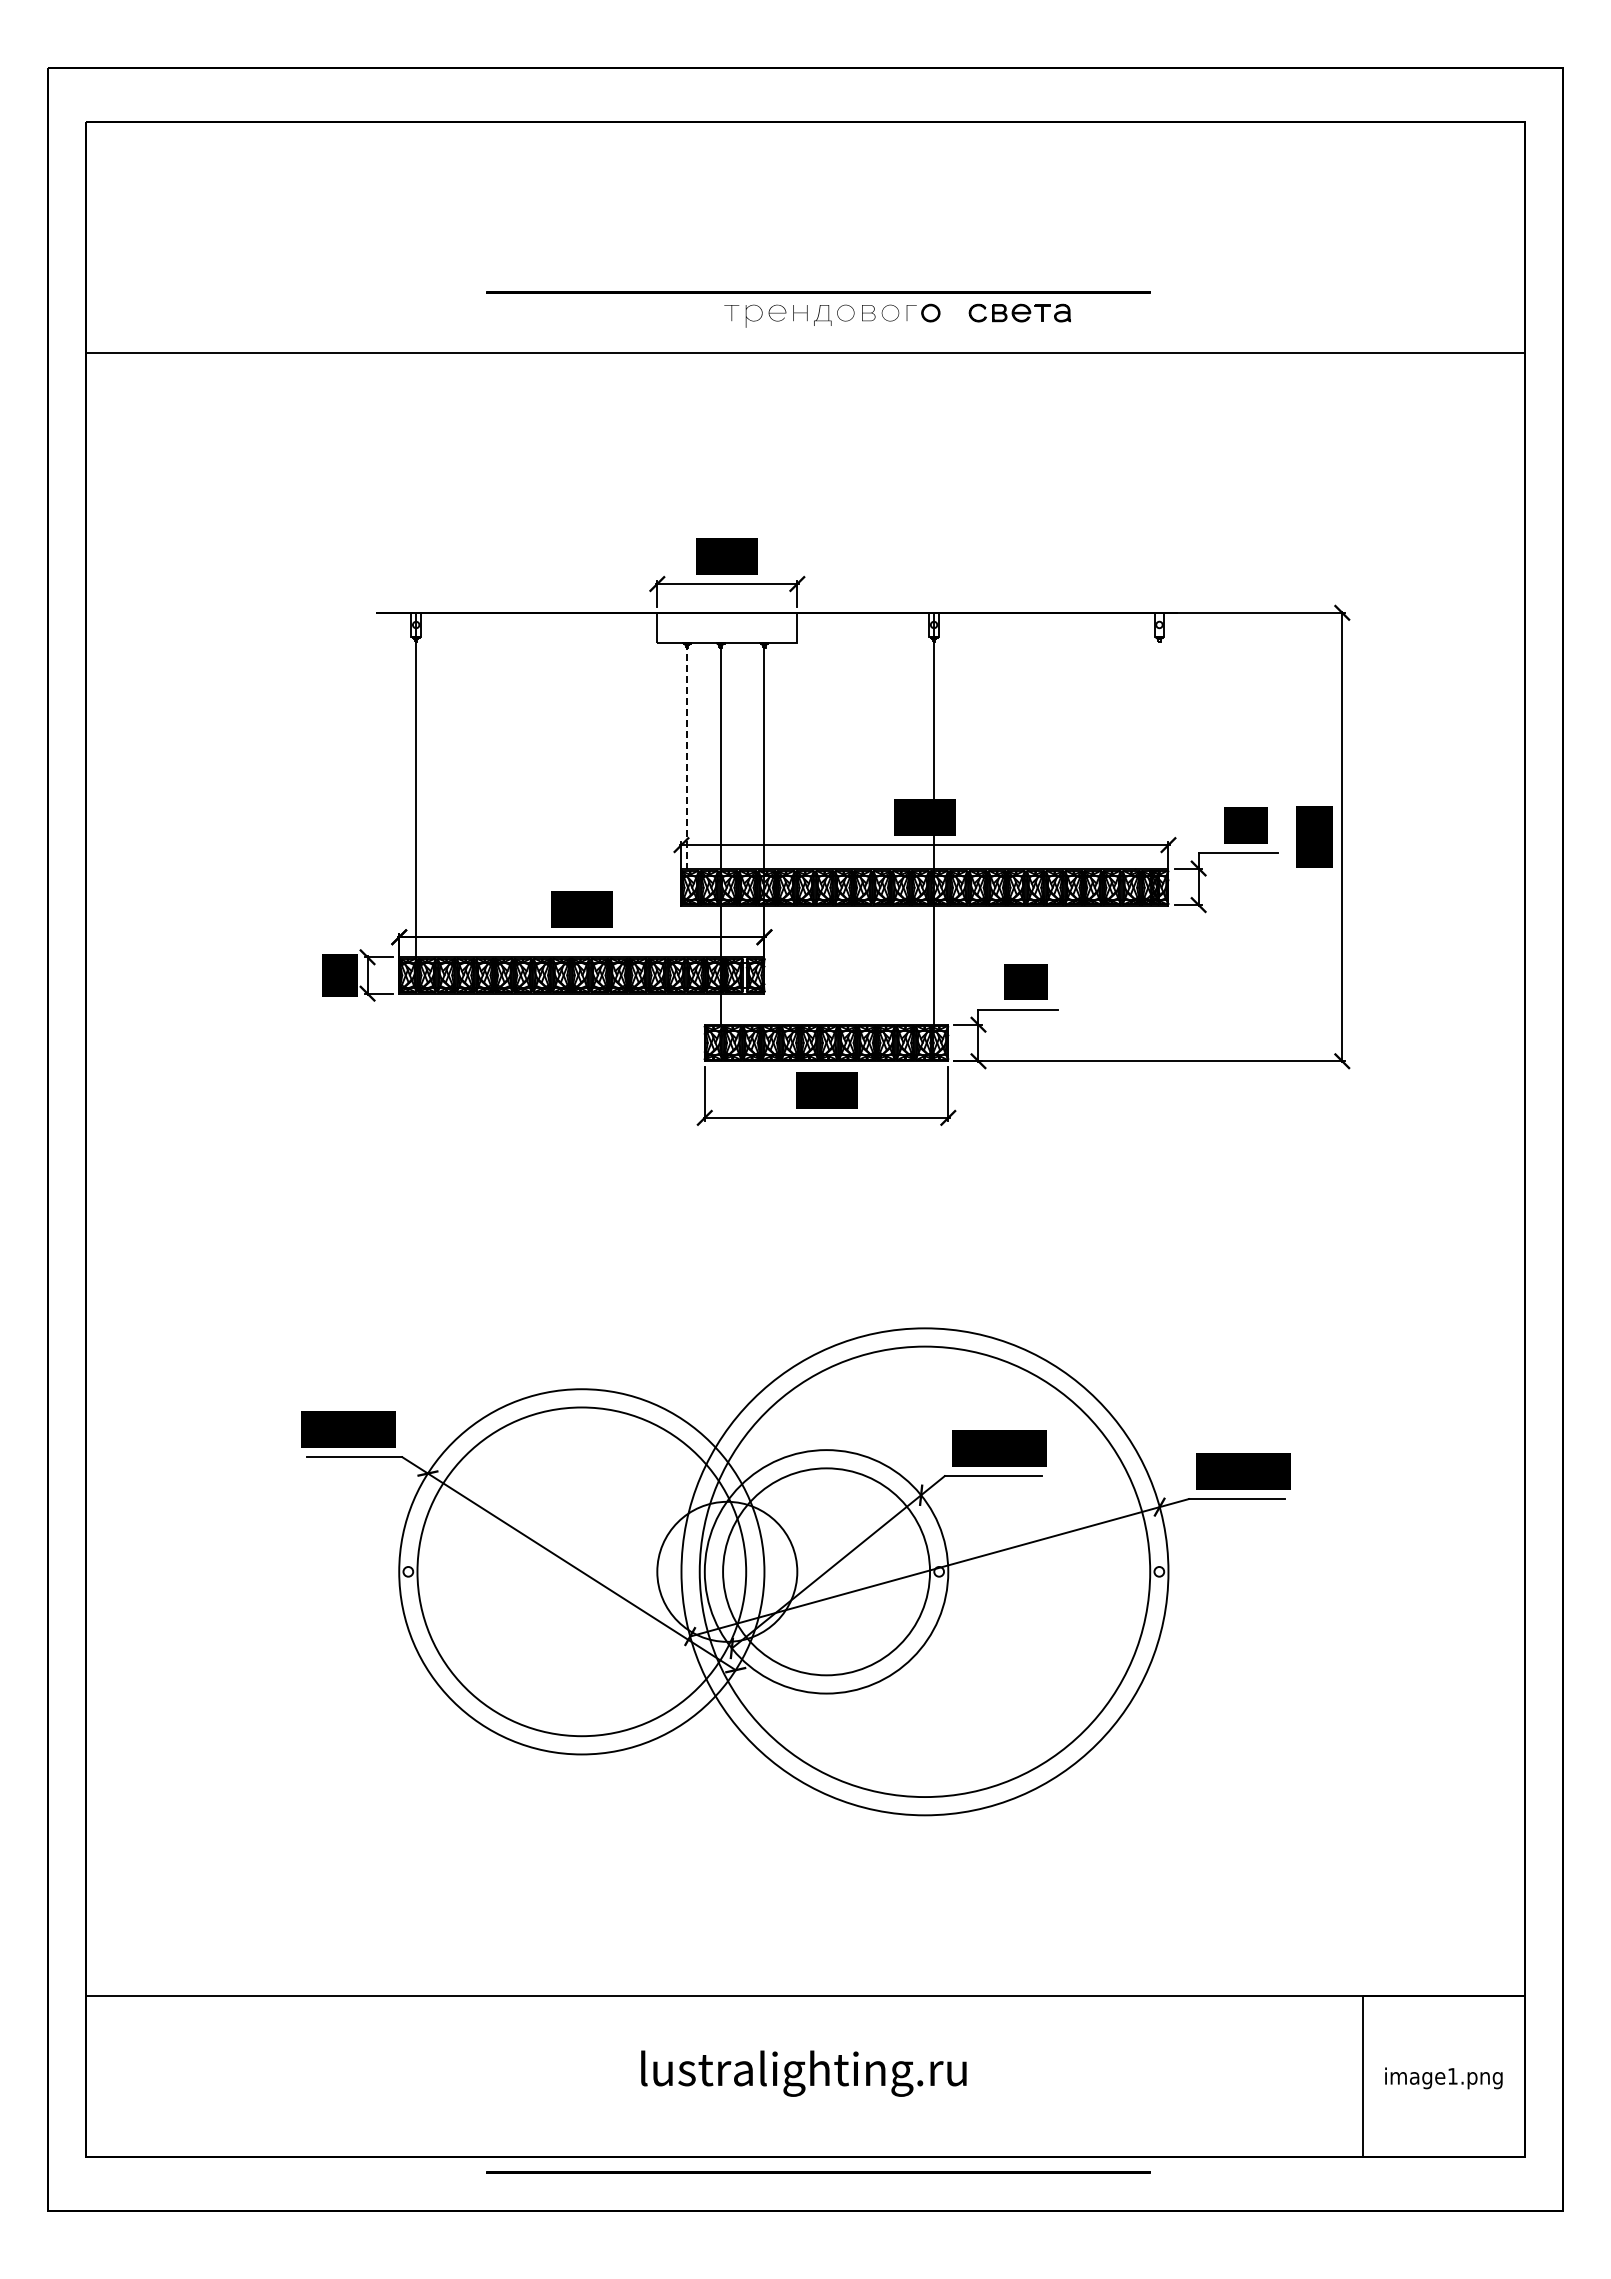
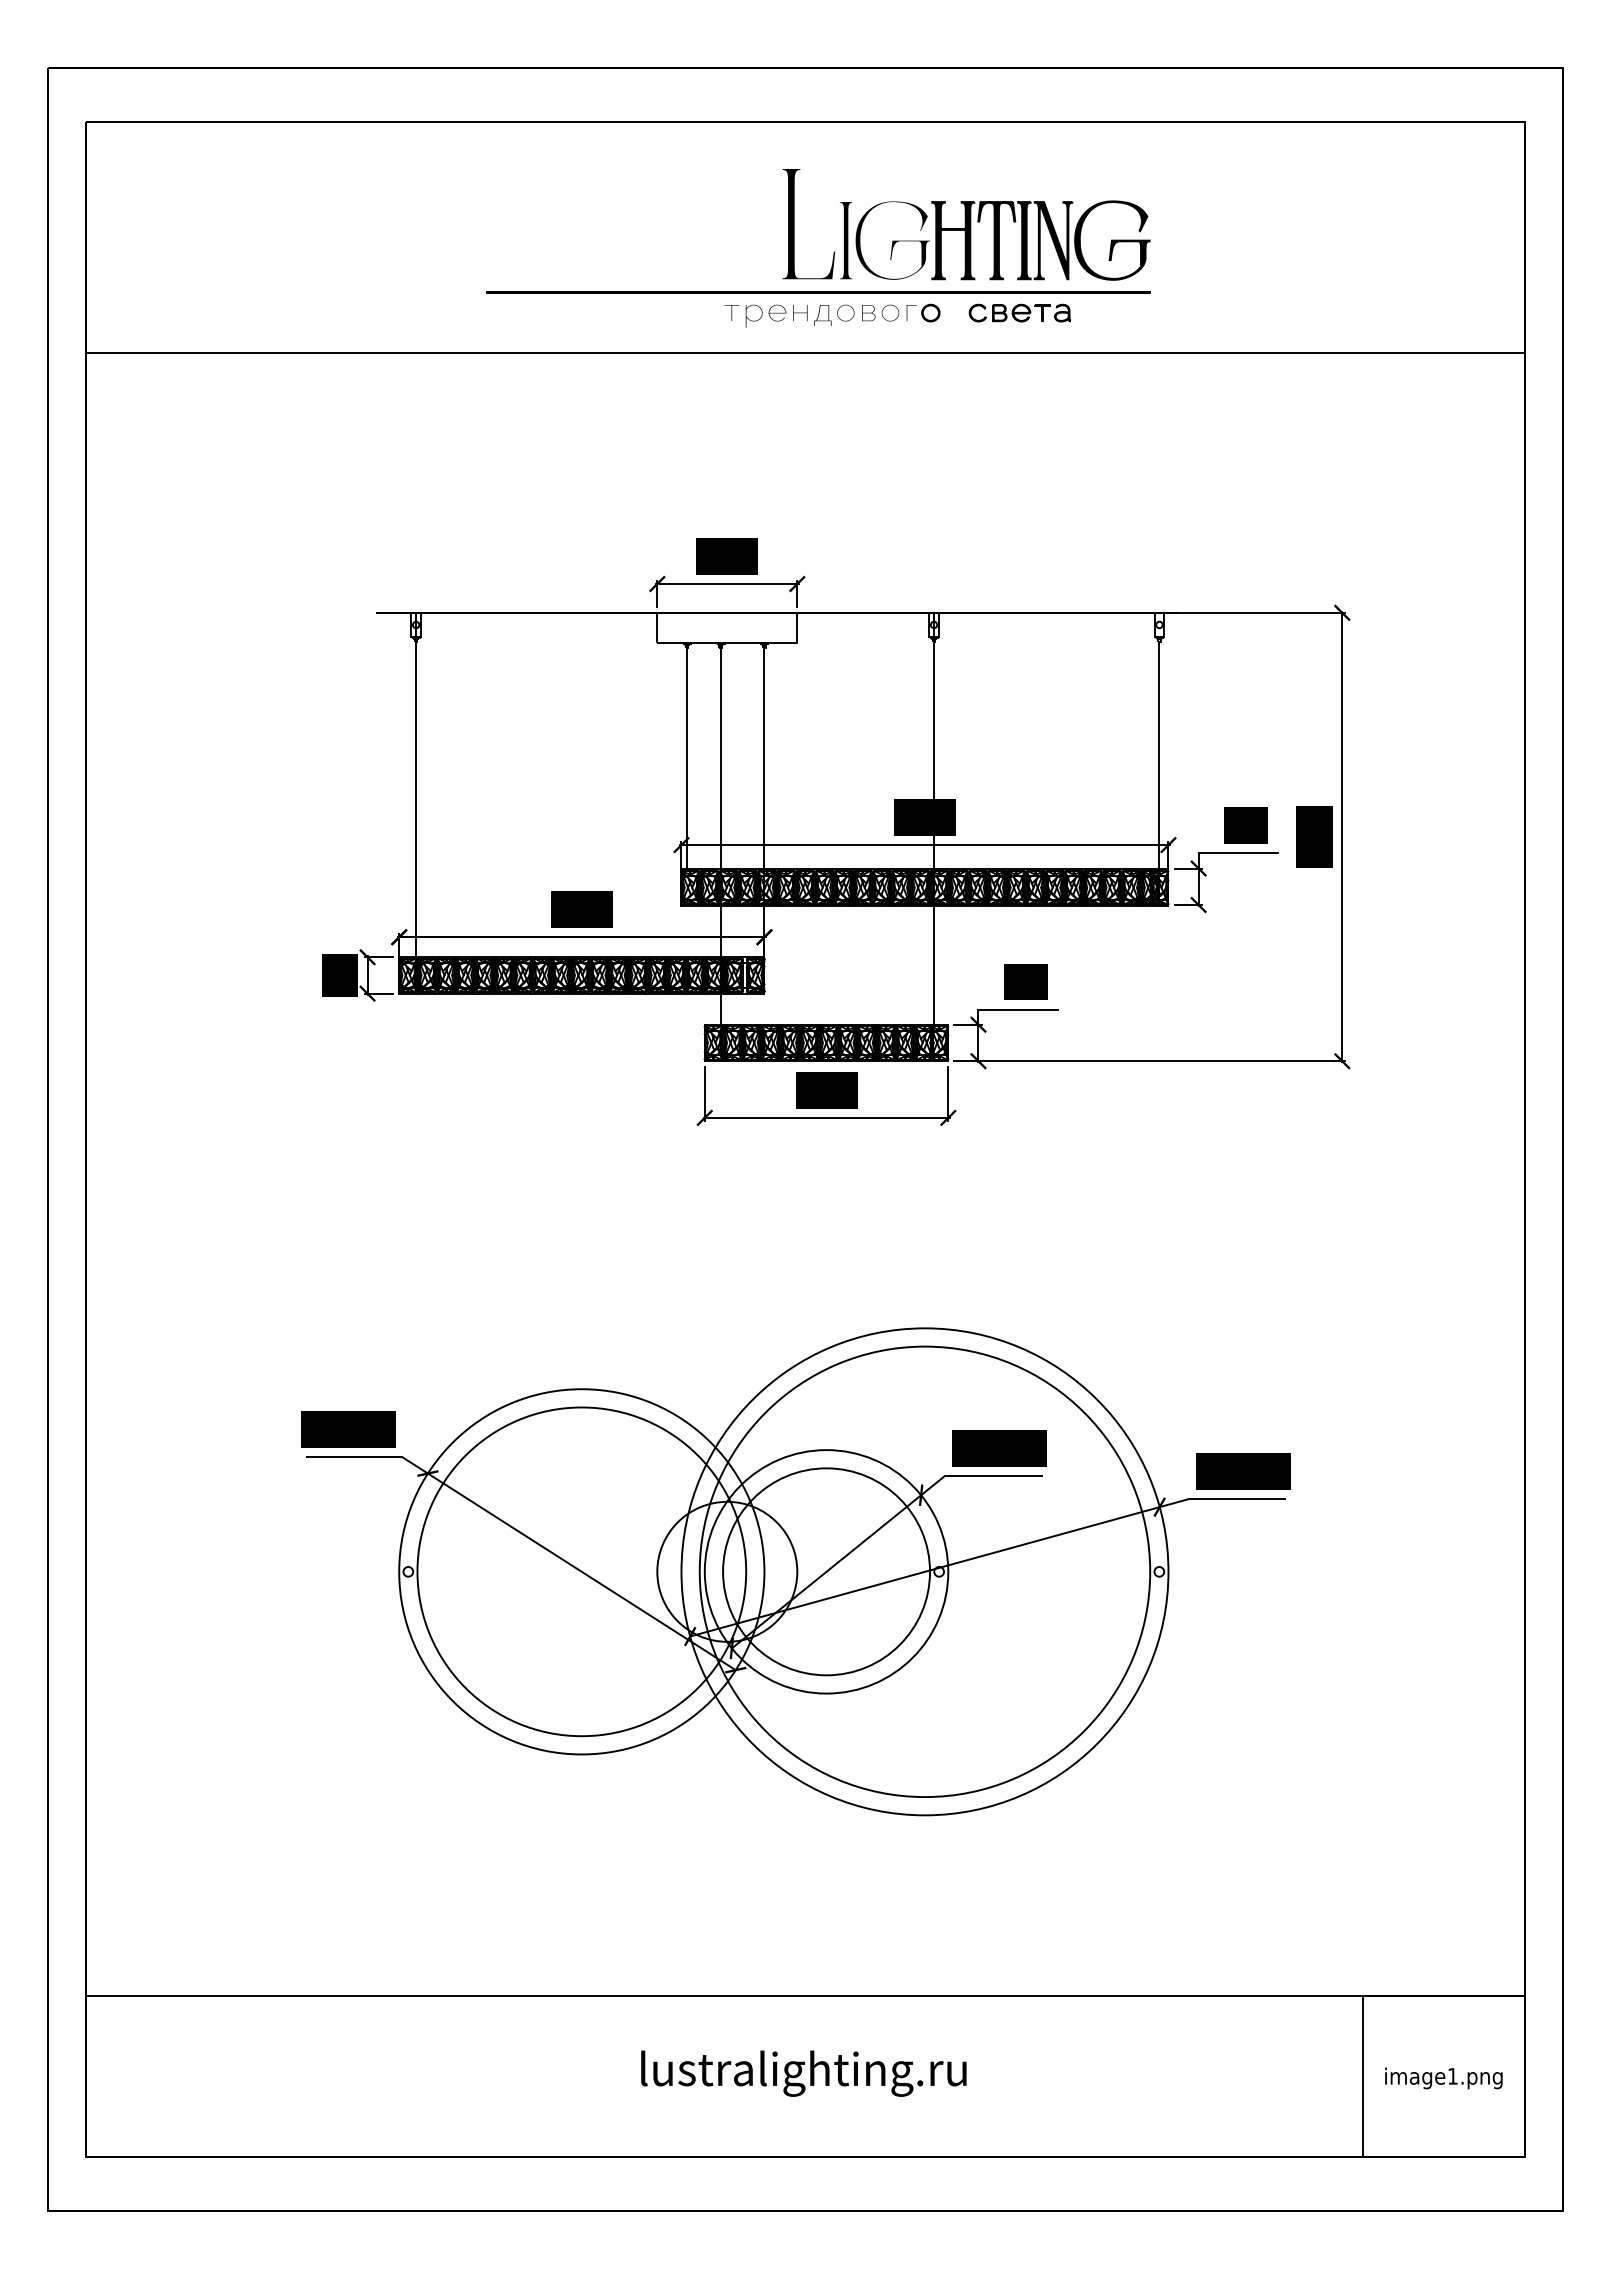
part at (966, 224): none -> present
line at (1159, 755): none -> present
line at (687, 756): dashed -> solid
line at (818, 2172): present -> none
